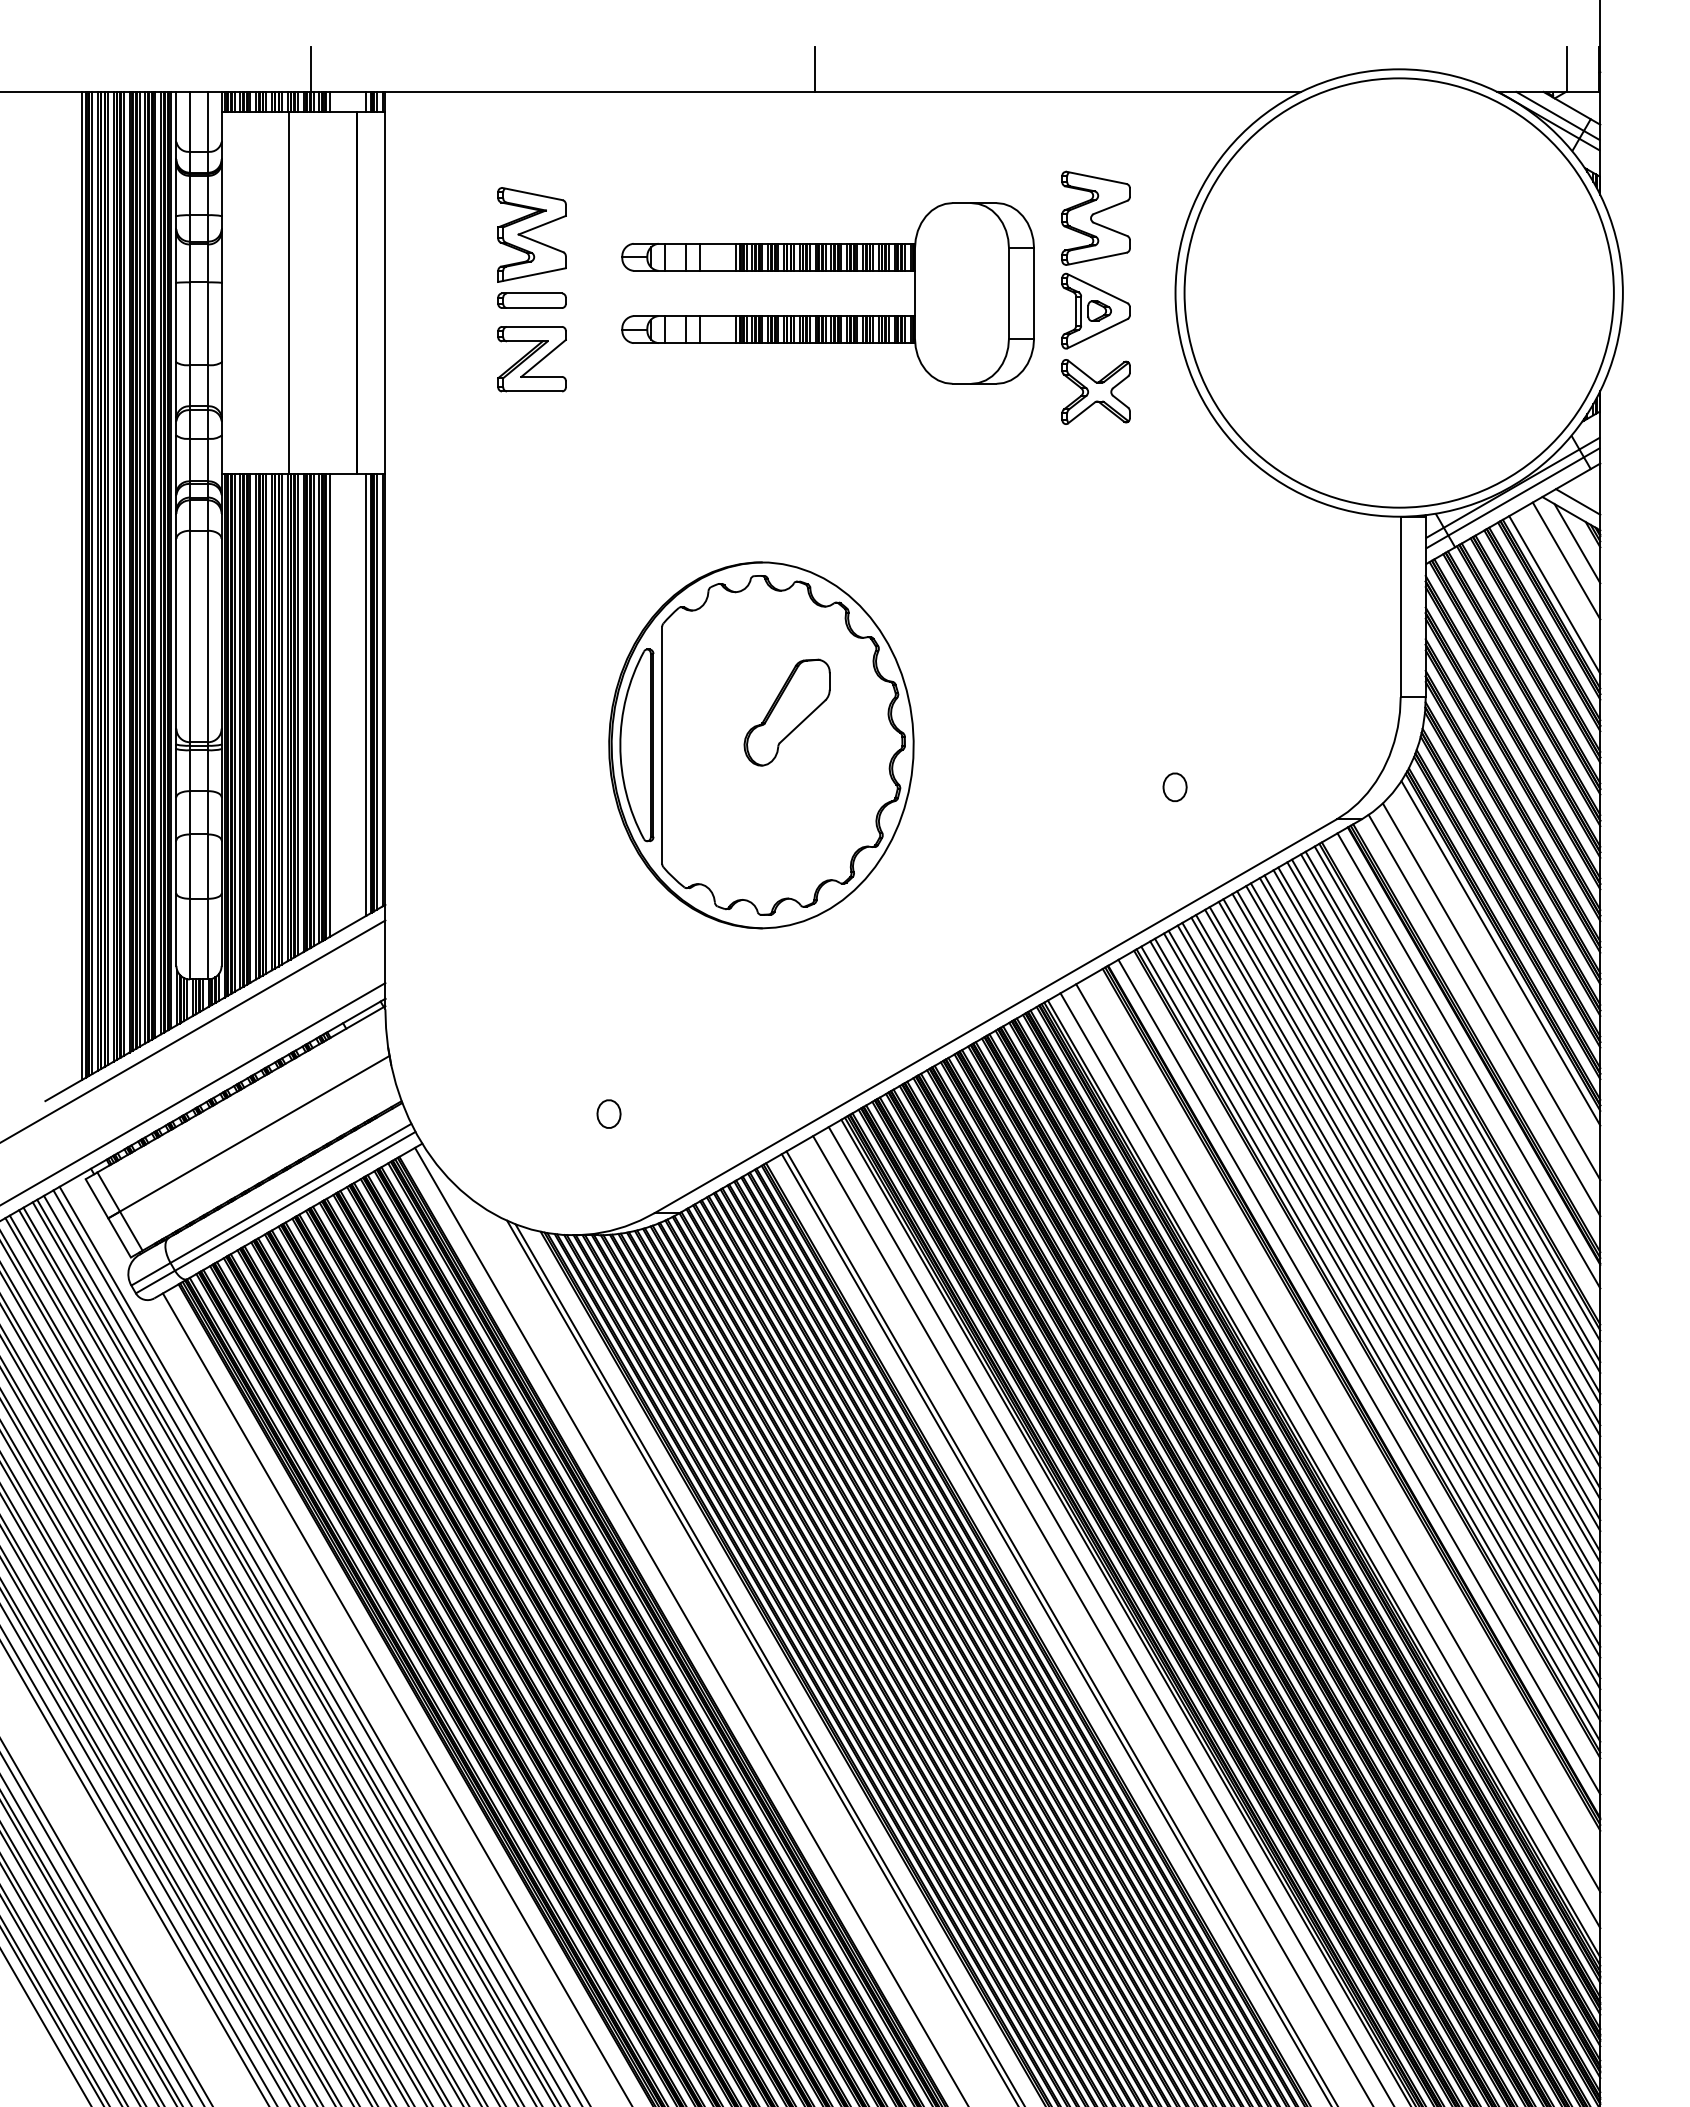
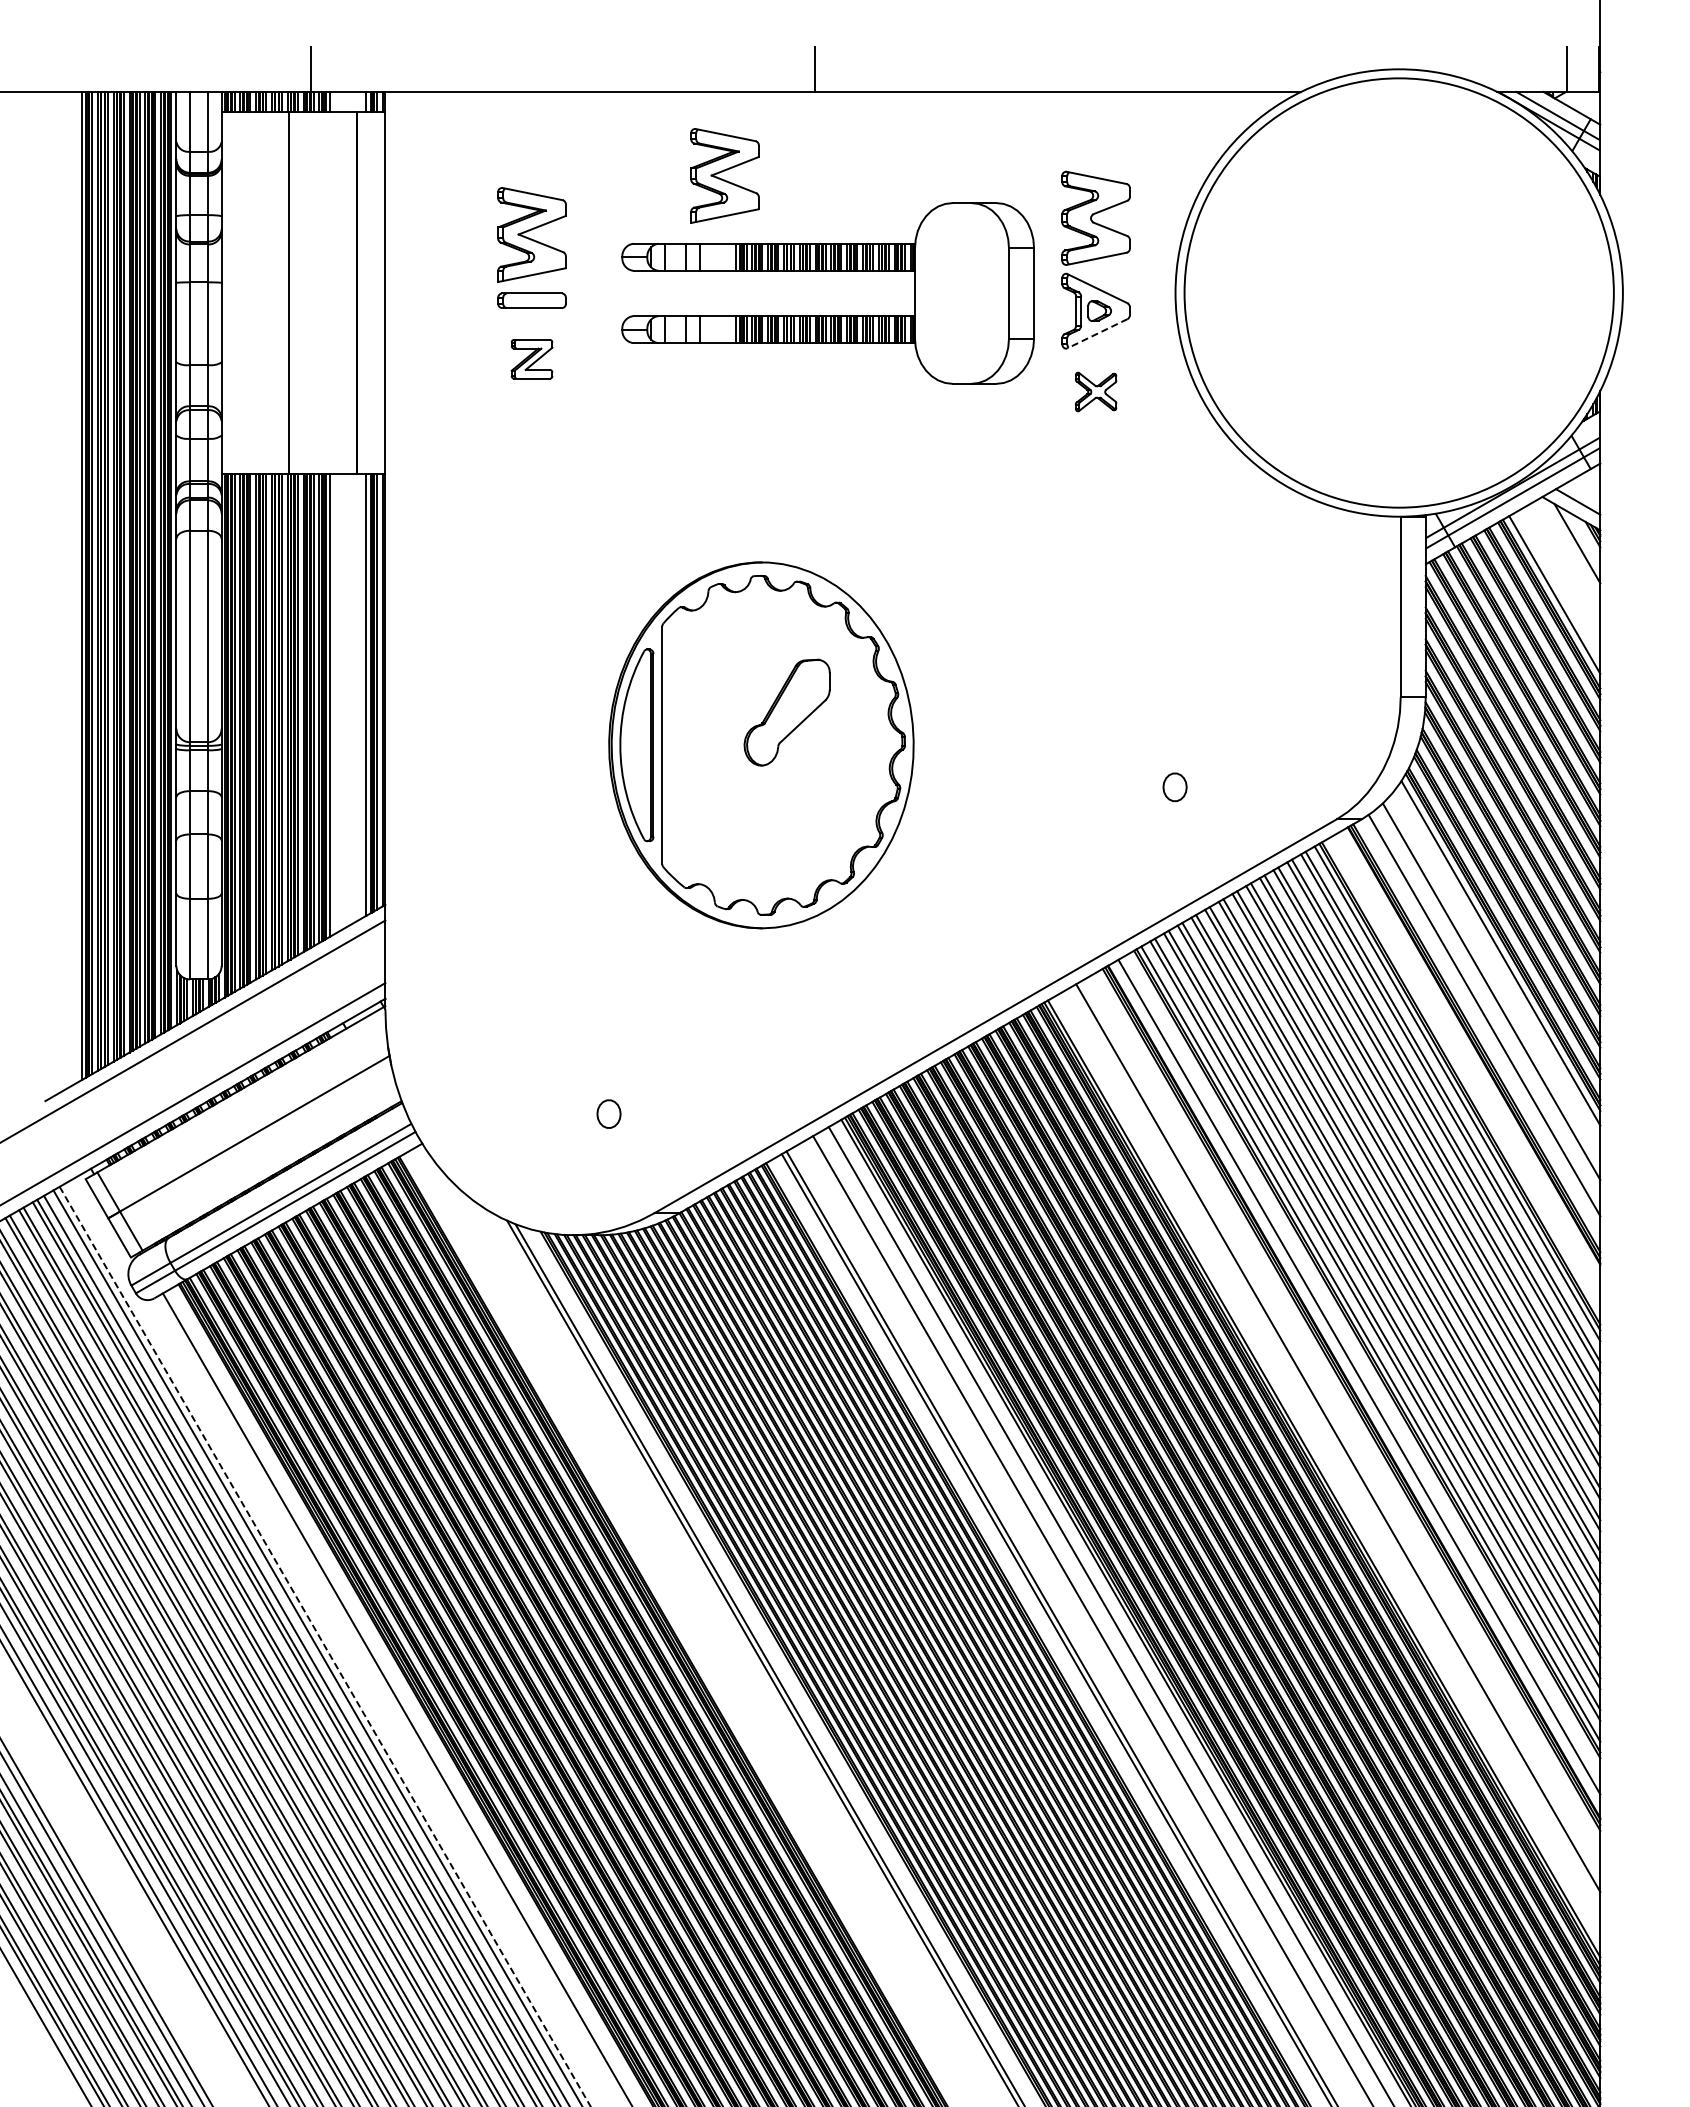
part at (724, 175): none -> present
line at (1097, 333): solid -> dashed
part at (531, 359) size: 70x67 px -> 44x41 px
part at (1095, 391) size: 70x66 px -> 43x42 px
line at (1566, 560): present -> none
line at (1468, 1060): present -> none
line at (1330, 1460): present -> none
line at (690, 1625): present -> none
line at (325, 1646): solid -> dashed
